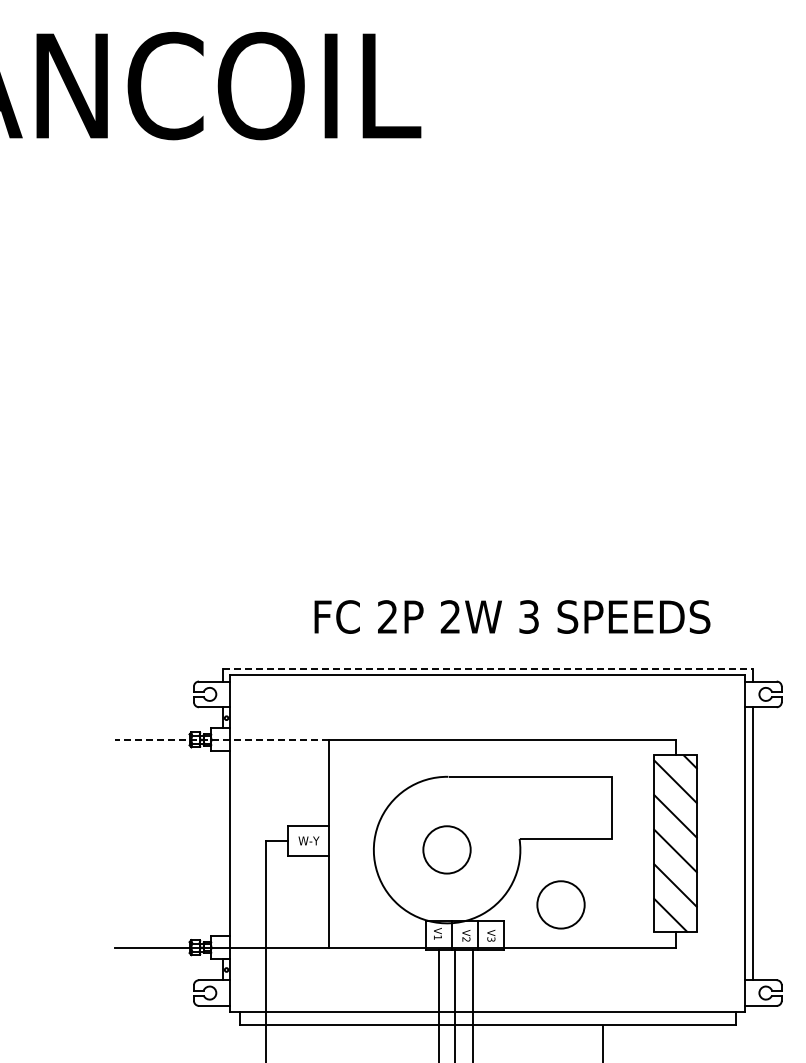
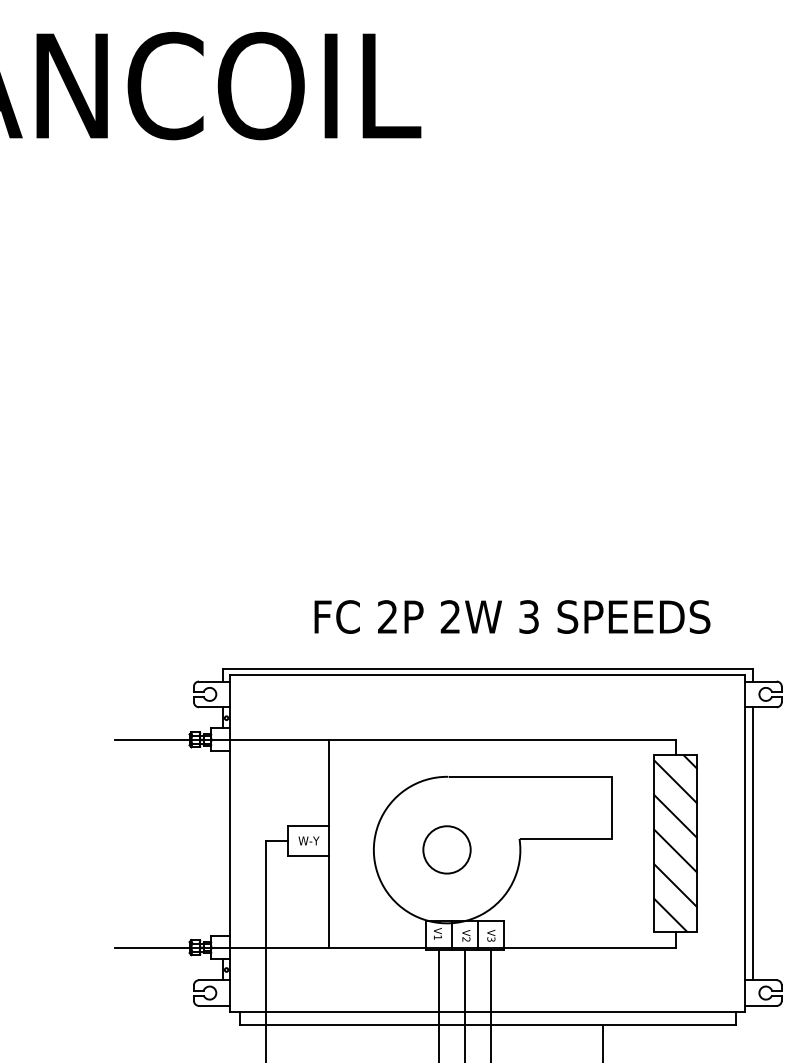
line at (488, 669): dashed -> solid
line at (221, 739): dashed -> solid
circle at (560, 904): present -> none
line at (455, 1004) position: (455, 1004) -> (465, 1004)
line at (473, 1004) position: (473, 1004) -> (491, 1004)
